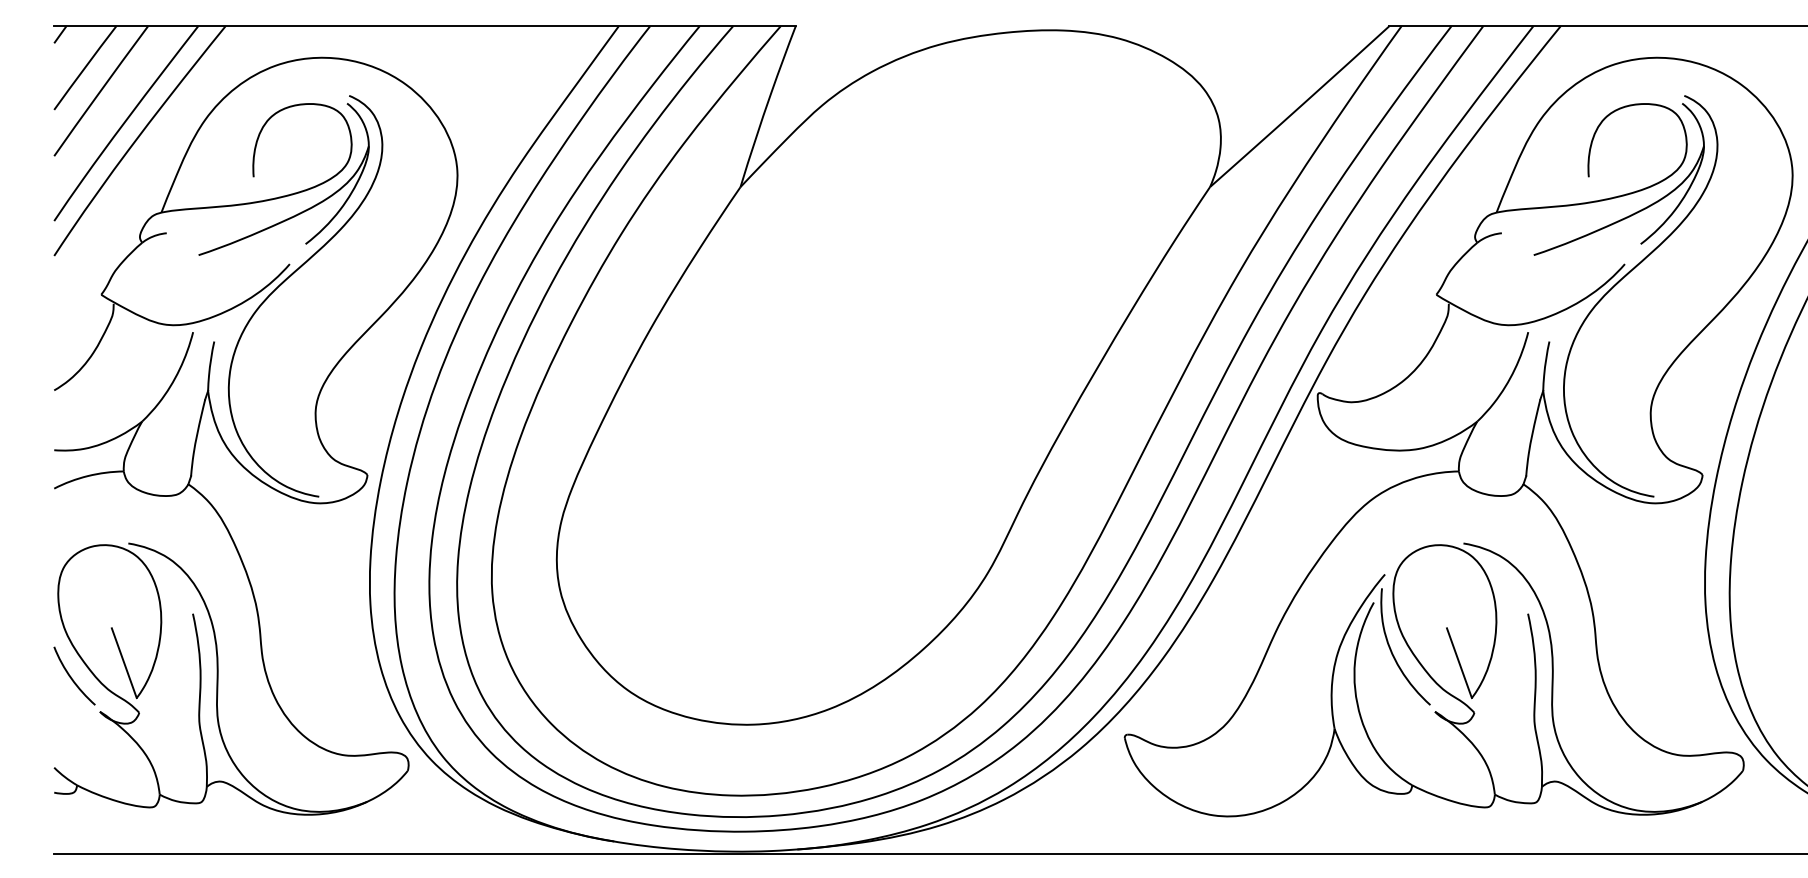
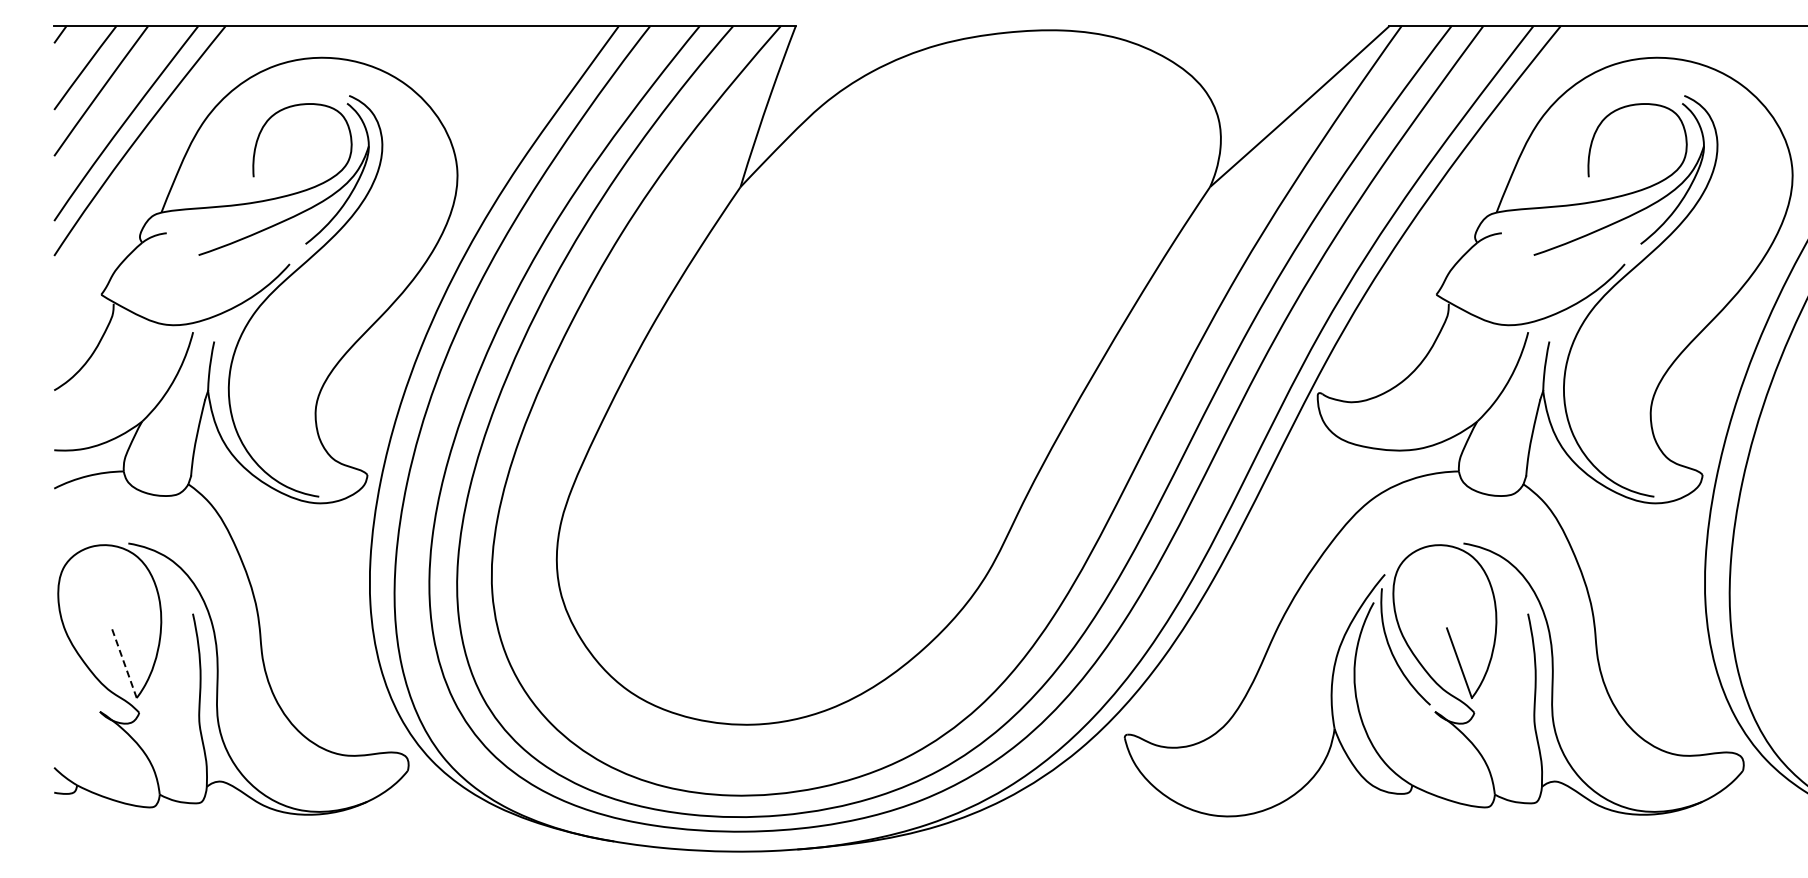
line at (124, 662): solid -> dashed
curve at (71, 676): present -> none
line at (929, 853): present -> none
